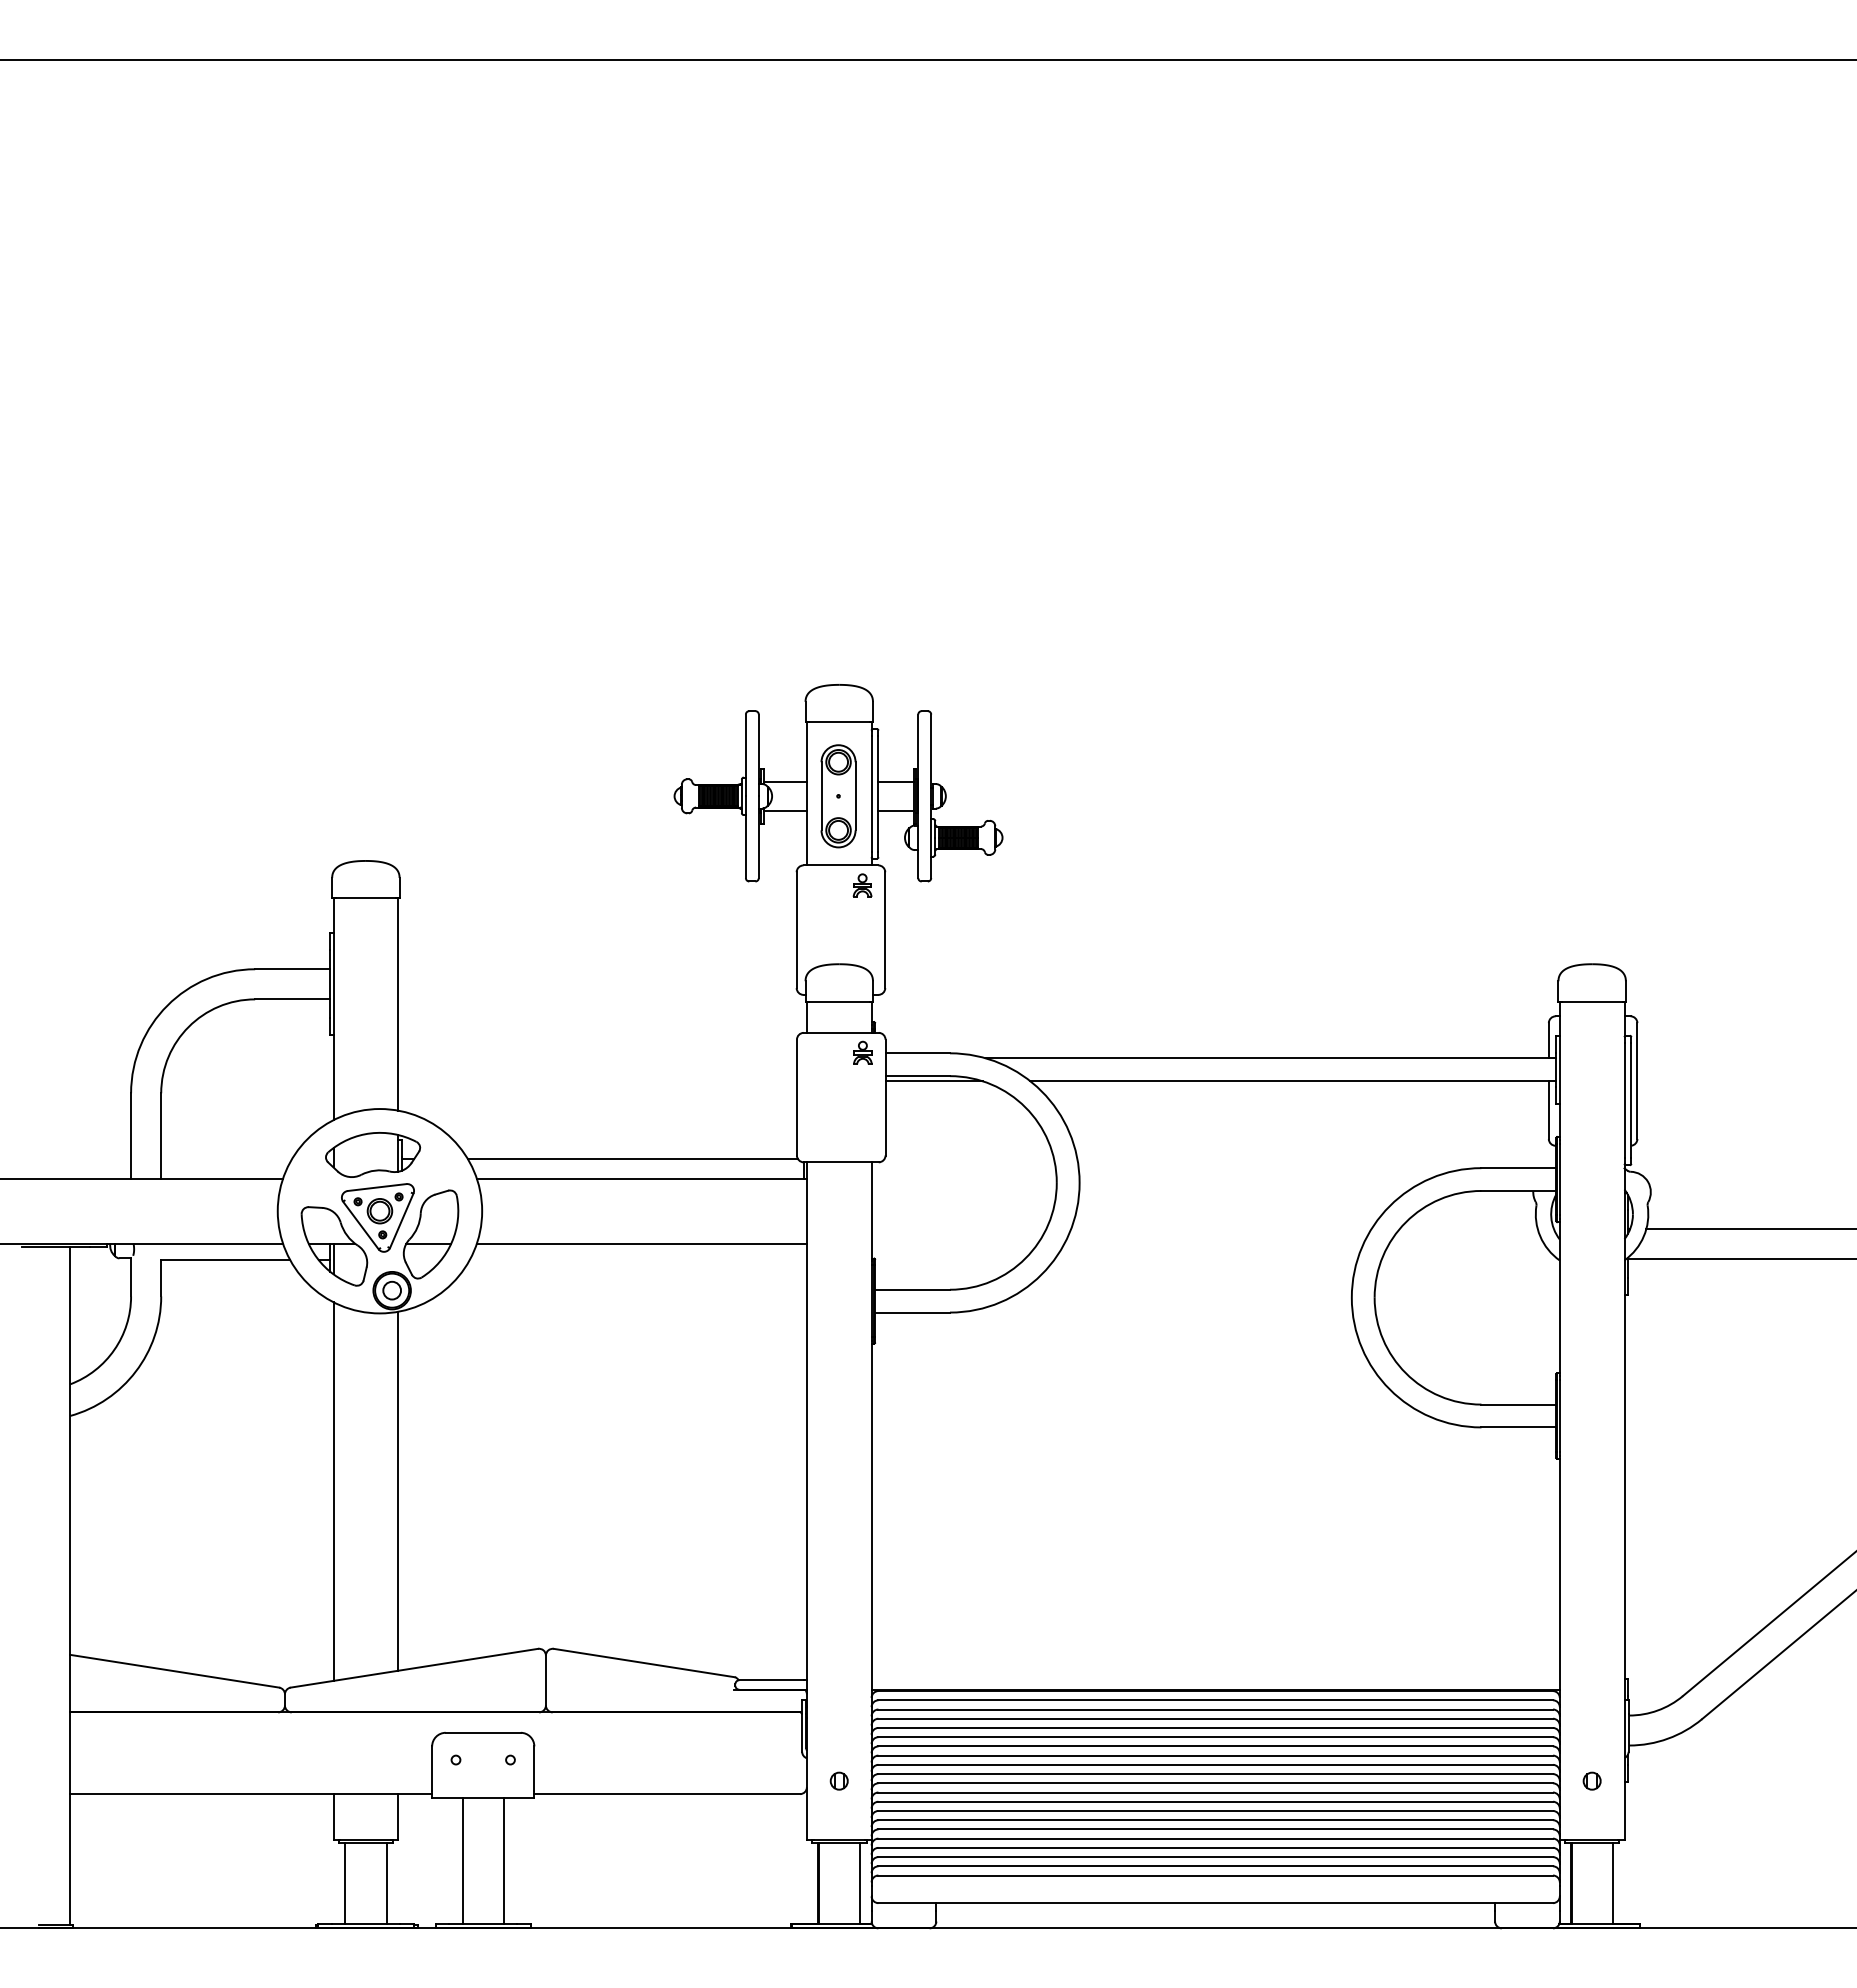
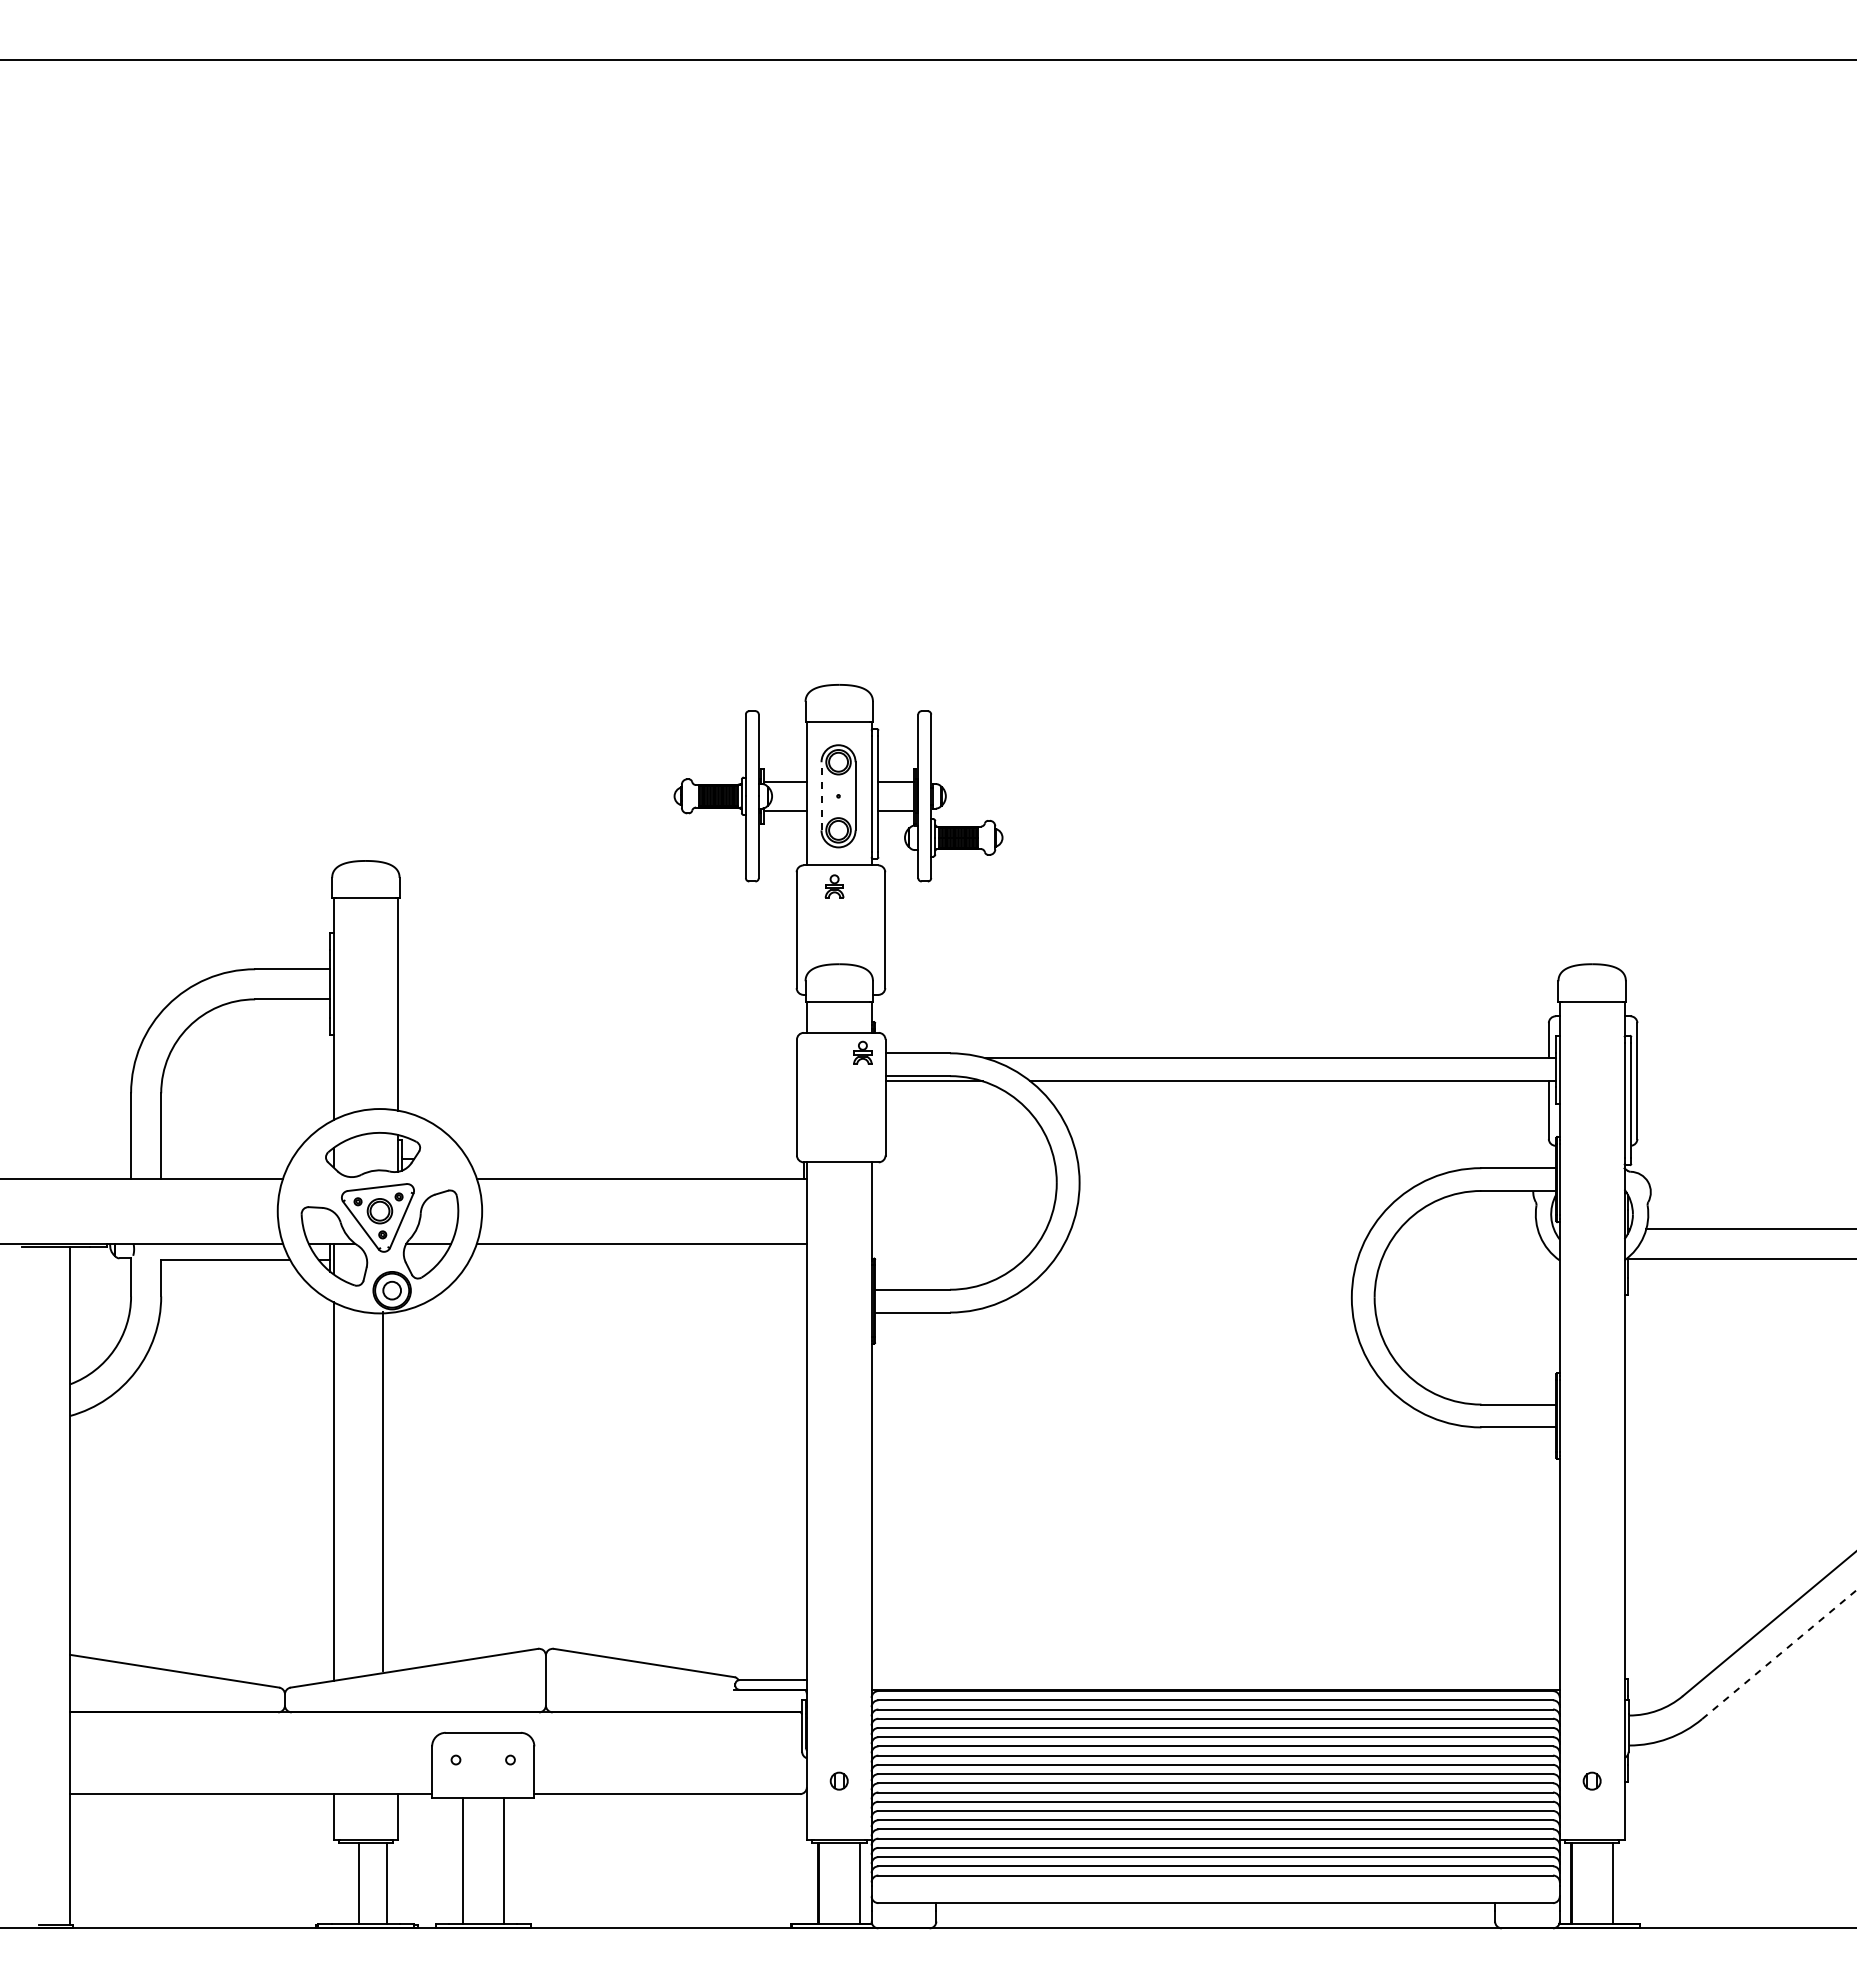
line at (821, 795): solid -> dashed
part at (862, 885) position: (862, 885) -> (834, 886)
line at (633, 1159): present -> none
line at (398, 1490) position: (398, 1490) -> (383, 1490)
line at (1779, 1654): solid -> dashed
line at (345, 1883) position: (345, 1883) -> (359, 1883)
